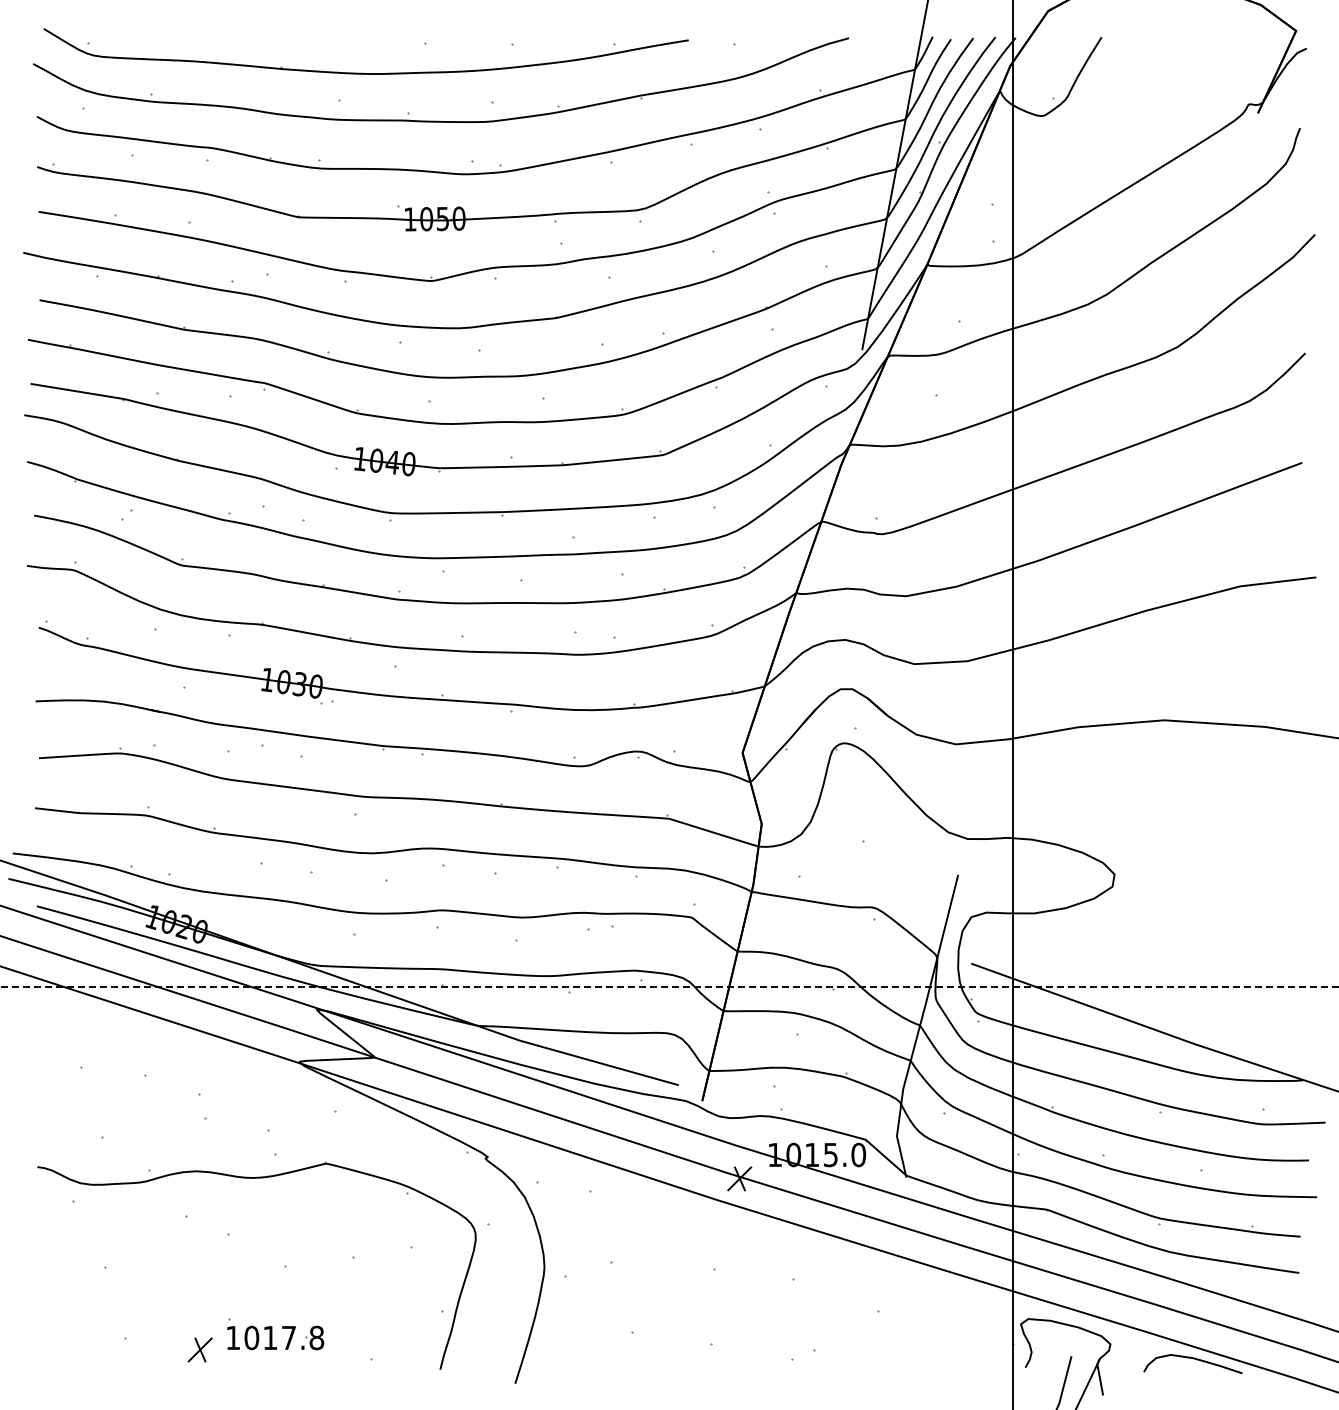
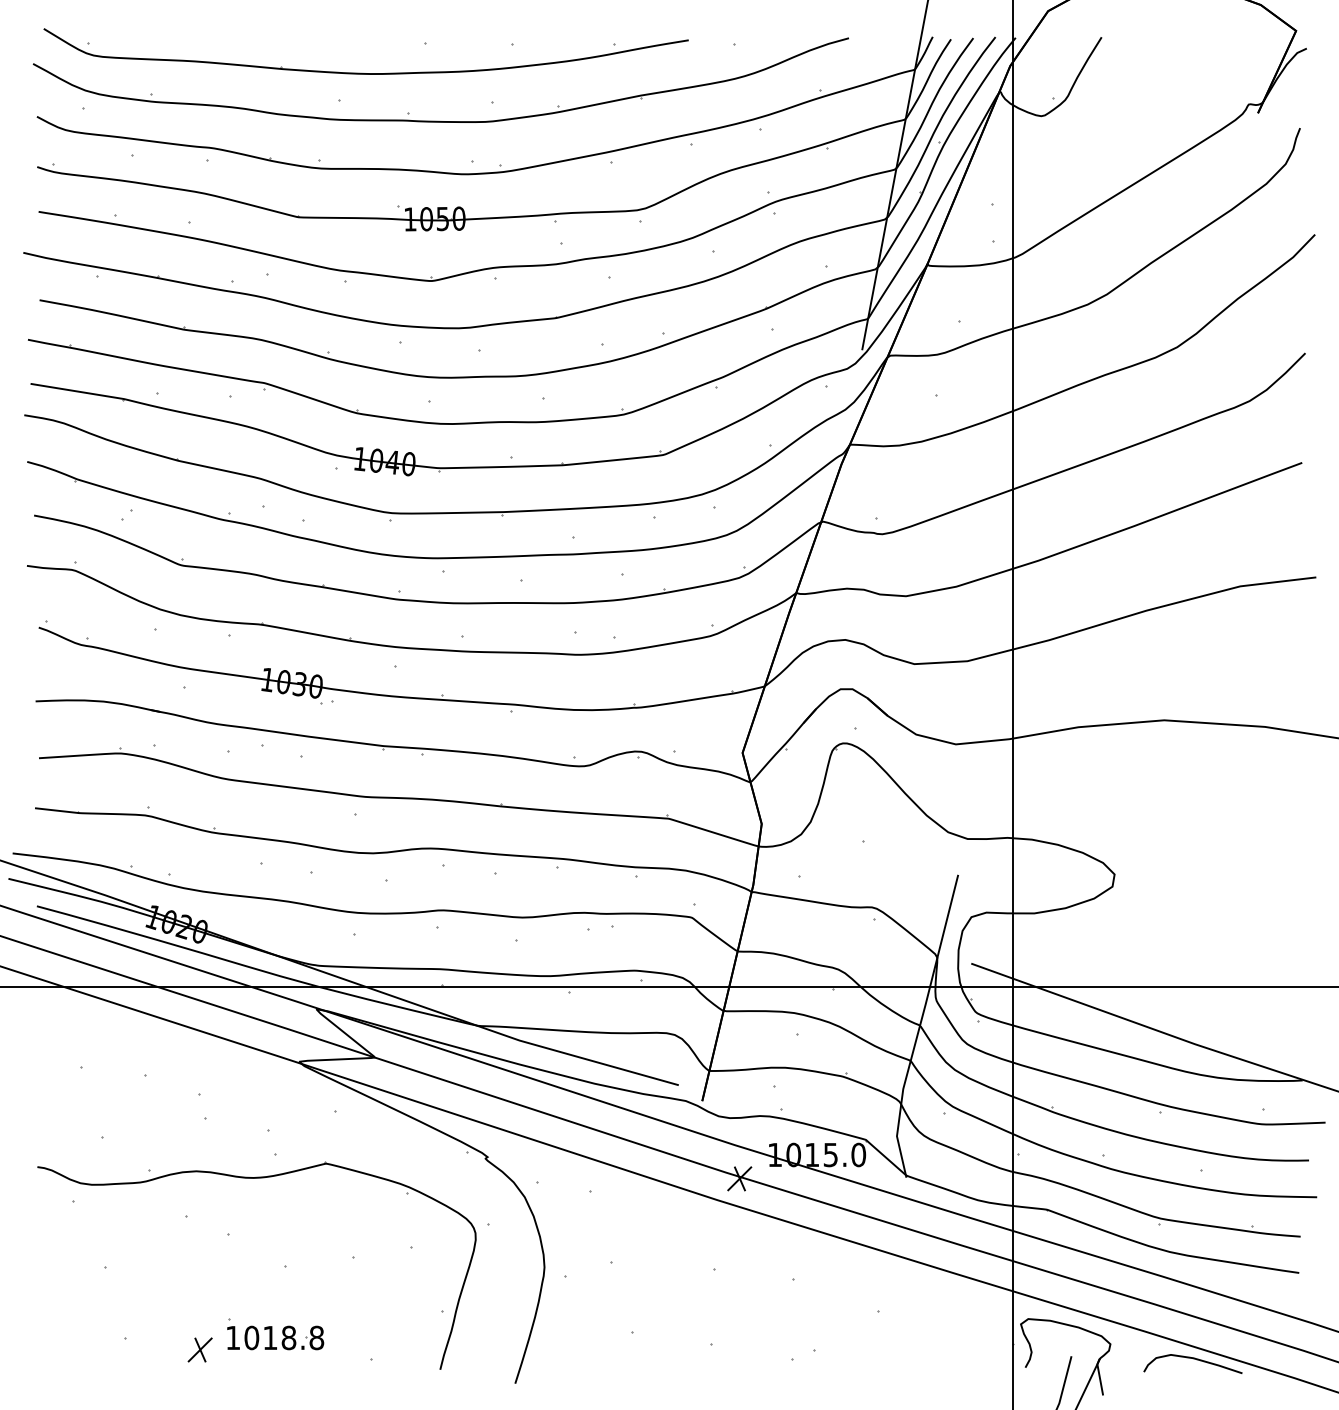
line at (670, 986): dashed -> solid
text at (288, 1337): 1017.8 -> 1018.8
